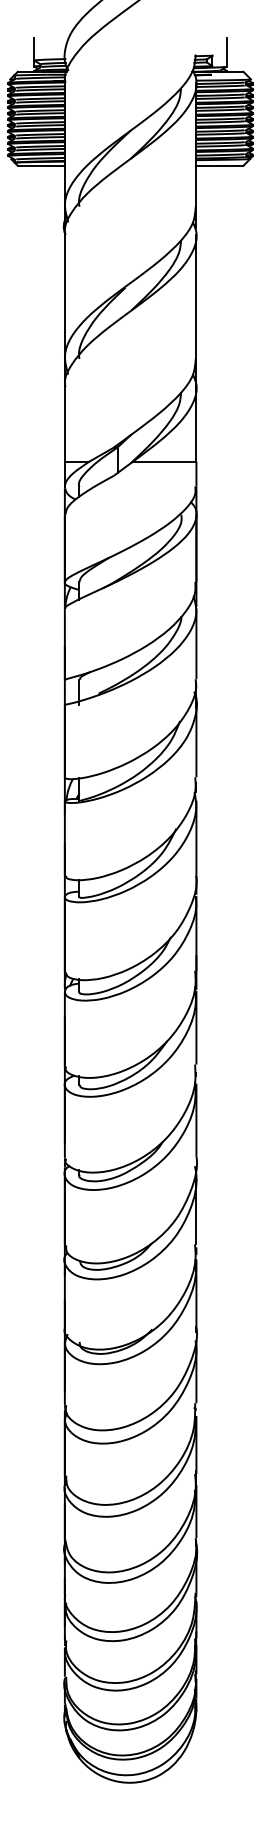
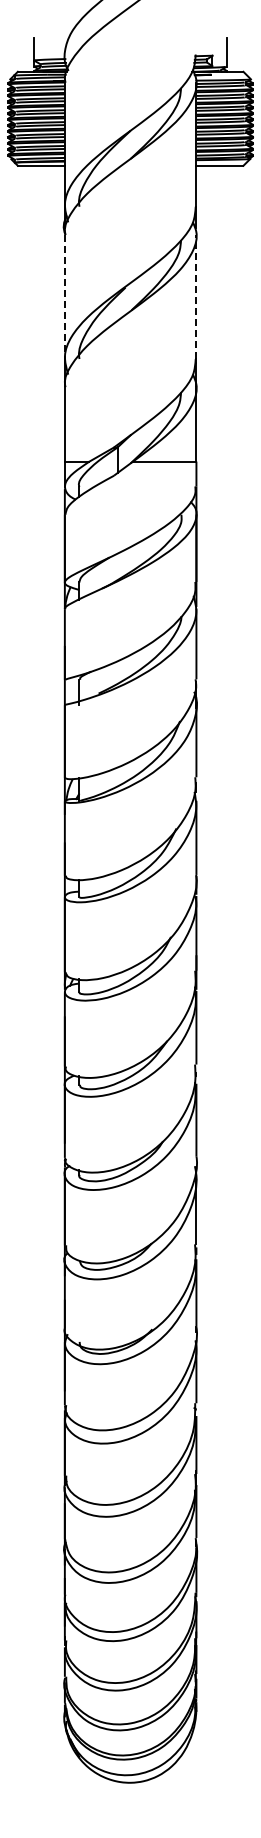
line at (196, 296): solid -> dashed
line at (64, 297): solid -> dashed
